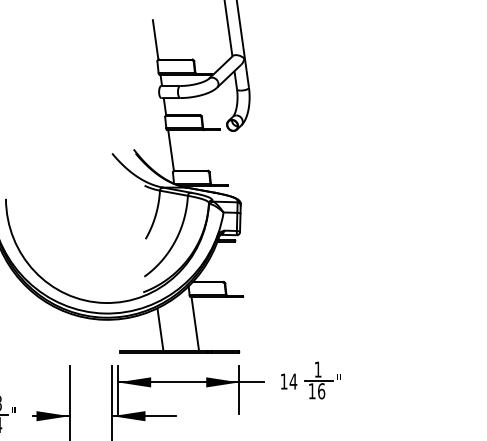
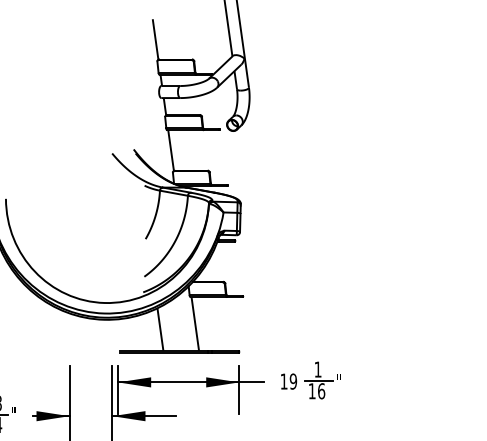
text at (293, 381): 14 -> 19
